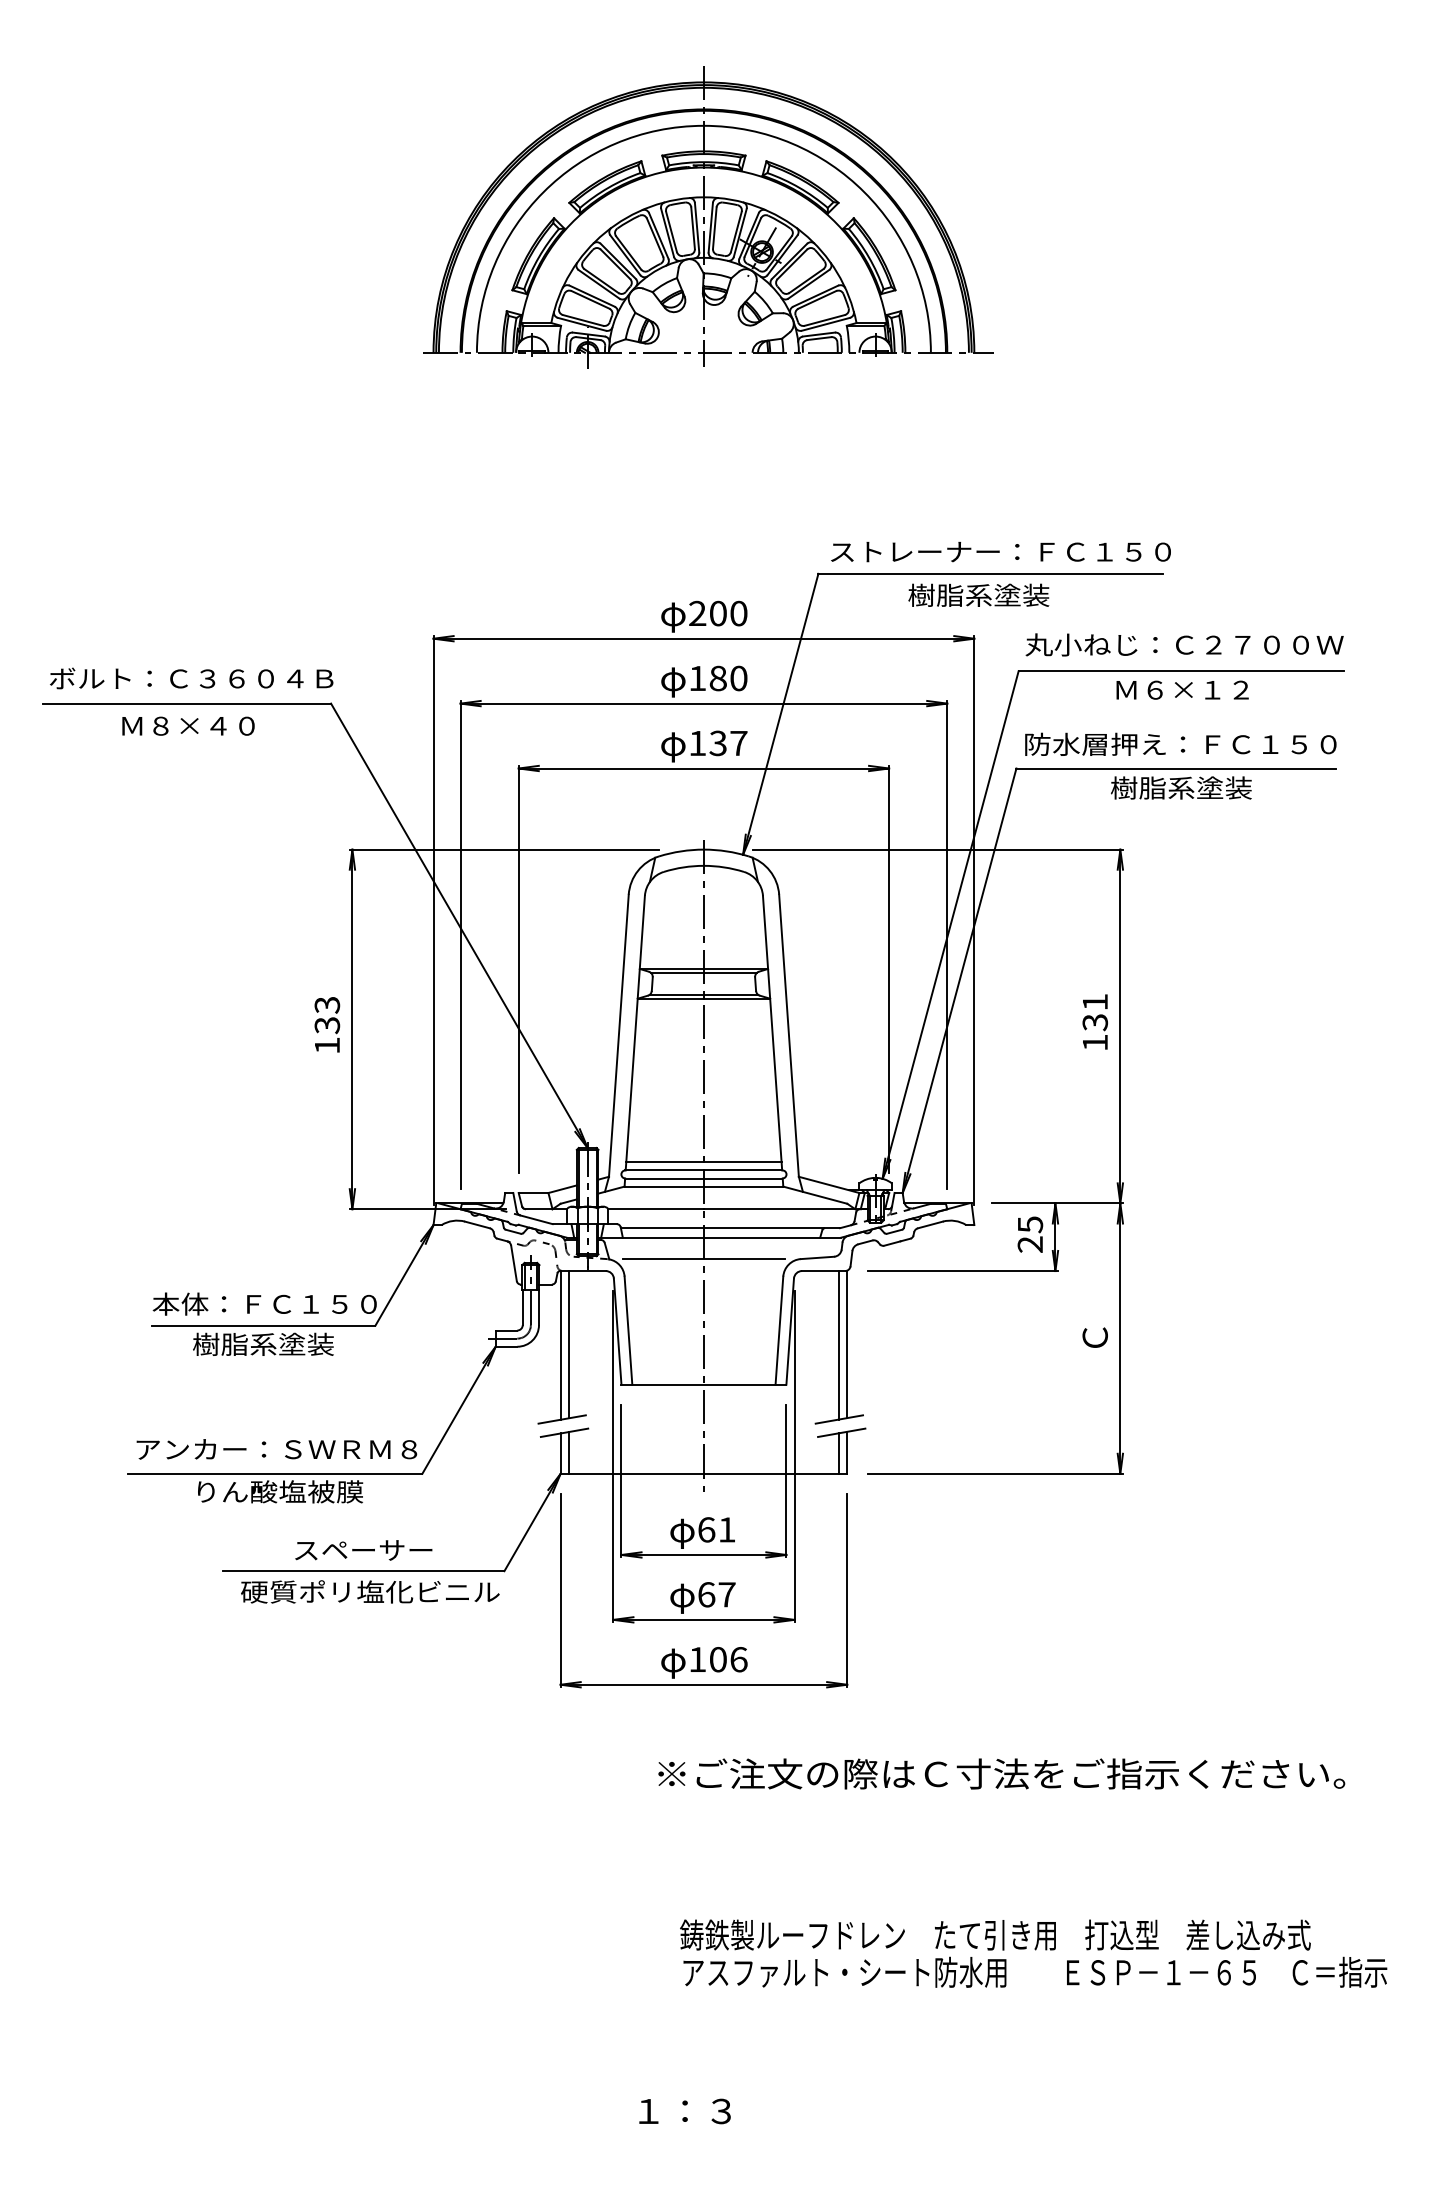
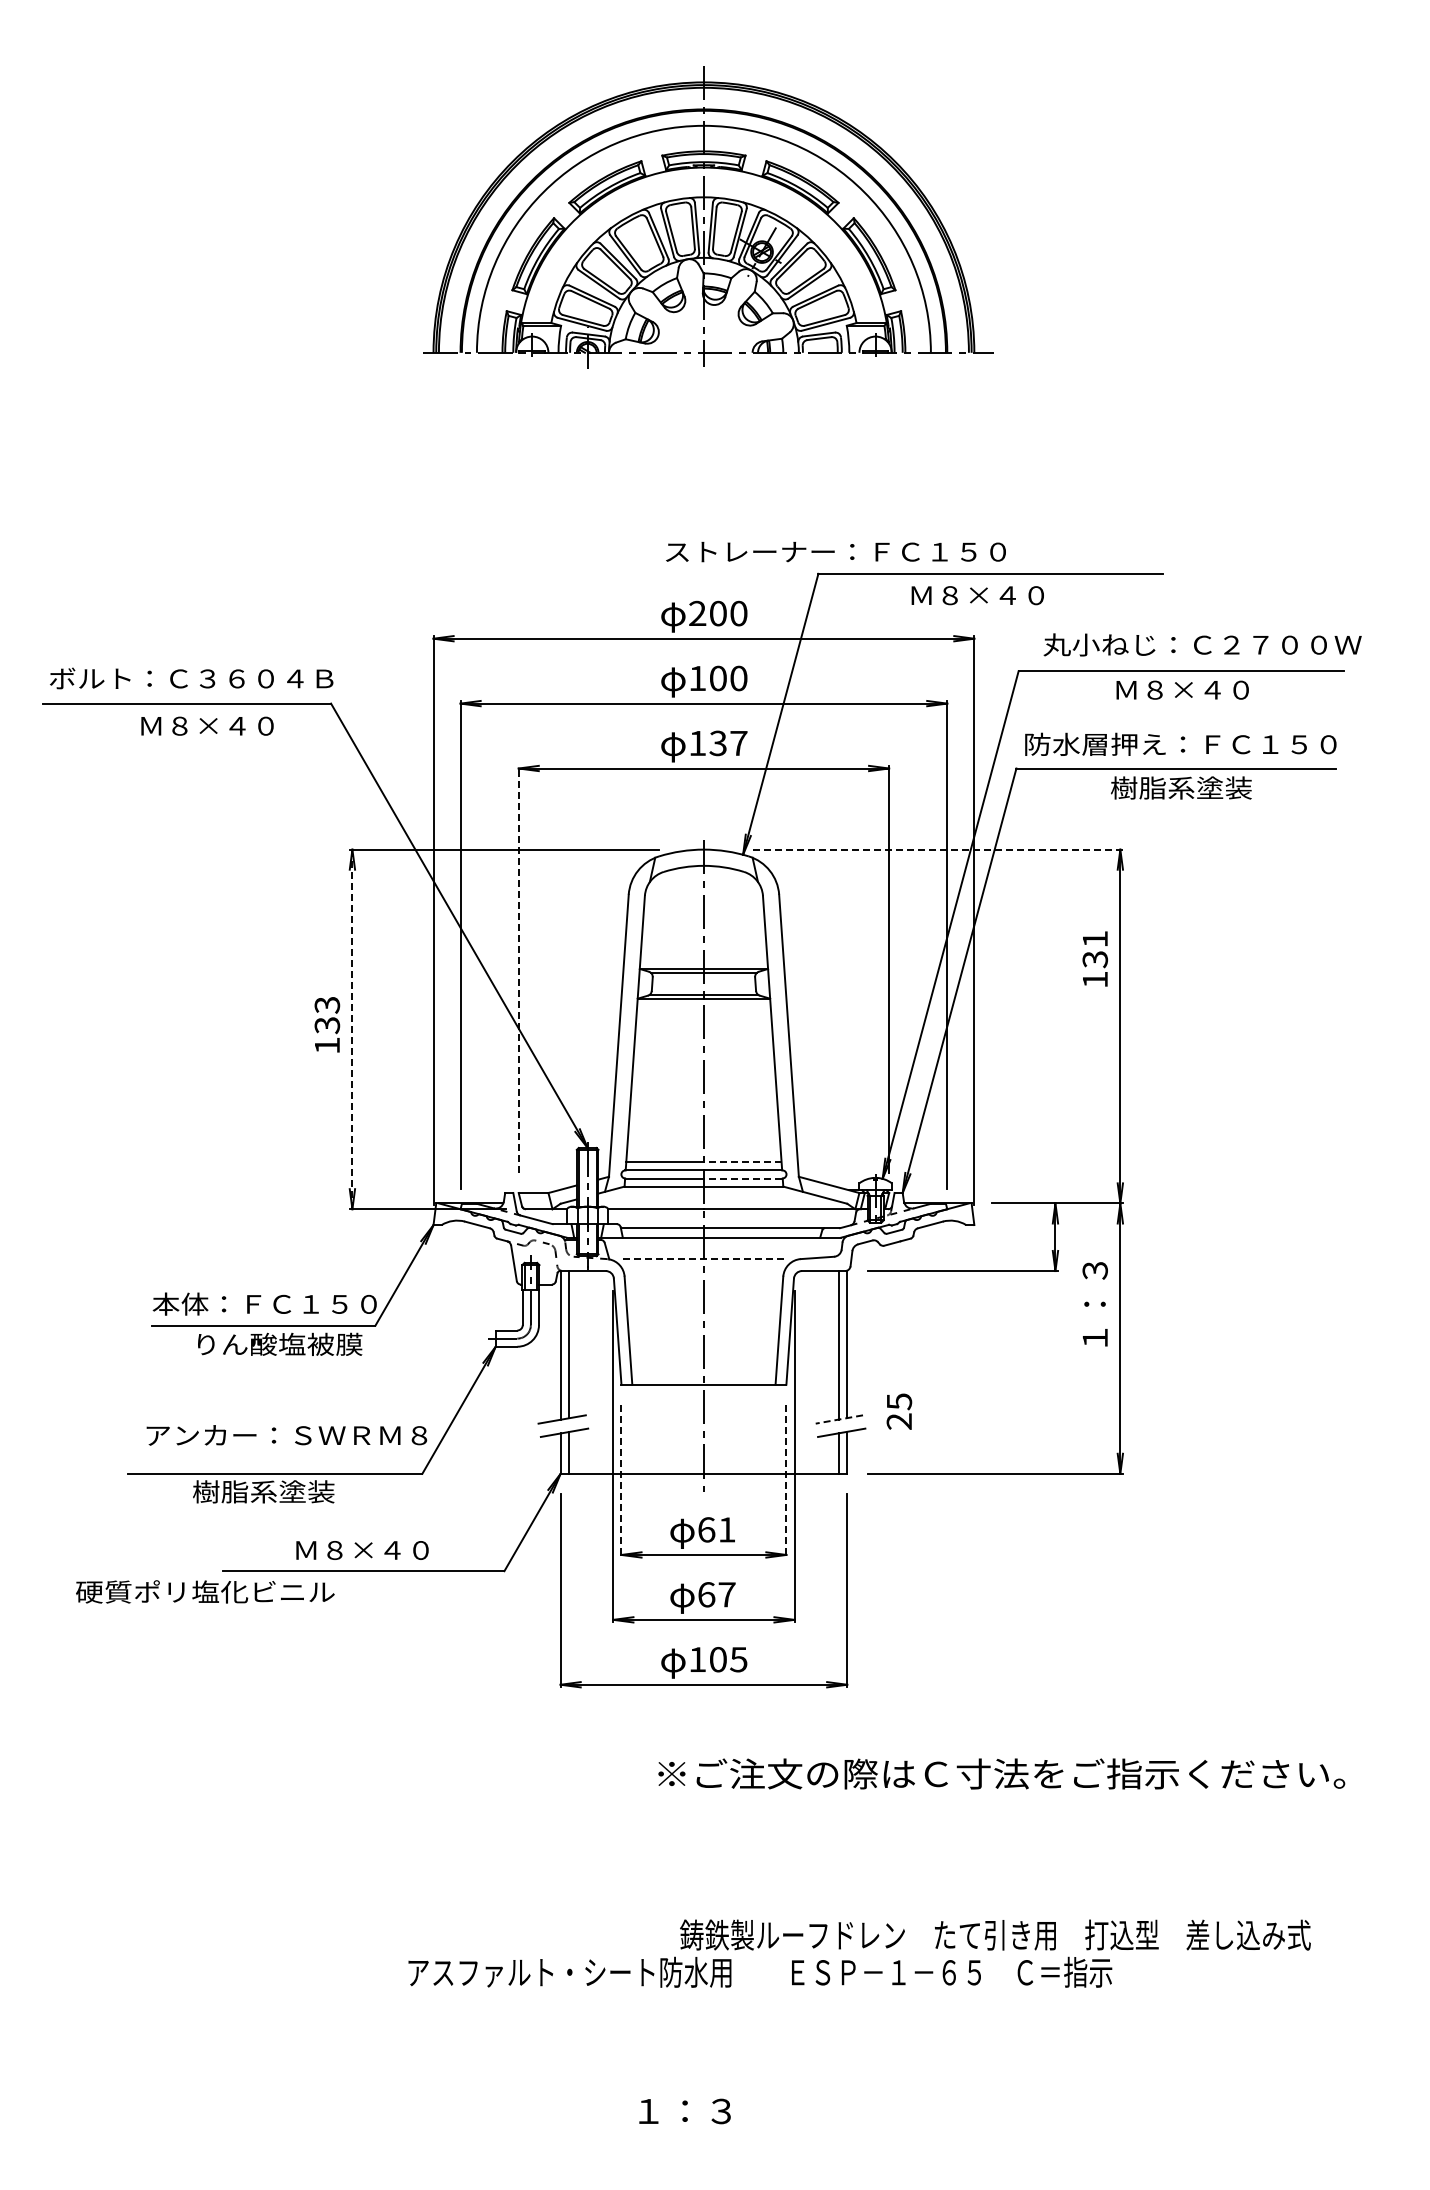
text at (1000, 552) position: (1000, 552) -> (835, 552)
text at (978, 594): 樹脂系塗装 -> Ｍ８×４０
text at (1184, 644) position: (1184, 644) -> (1202, 644)
text at (717, 678): 180 -> 100
text at (1197, 689): Ｍ６×１２ -> Ｍ８×４０
text at (188, 725) position: (188, 725) -> (207, 725)
line at (938, 849): solid -> dashed
line at (518, 968): solid -> dashed
text at (1094, 1021) position: (1094, 1021) -> (1094, 958)
line at (352, 1029): solid -> dashed
line at (742, 1162): solid -> dashed
line at (742, 1178): solid -> dashed
text at (1030, 1234) position: (1030, 1234) -> (899, 1411)
line at (704, 1259): solid -> dashed
text at (1094, 1304): Ｃ -> １：３
text at (277, 1343): 樹脂系塗装 -> りん酸塩被膜
line at (838, 1419): solid -> dashed
text at (276, 1449) position: (276, 1449) -> (286, 1435)
line at (621, 1481): solid -> dashed
line at (786, 1481): solid -> dashed
text at (278, 1491): りん酸塩被膜 -> 樹脂系塗装
text at (363, 1550): スペーサー -> Ｍ８×４０
text at (370, 1591) position: (370, 1591) -> (205, 1591)
text at (738, 1659): 106 -> 105
text at (1035, 1971) position: (1035, 1971) -> (760, 1971)
